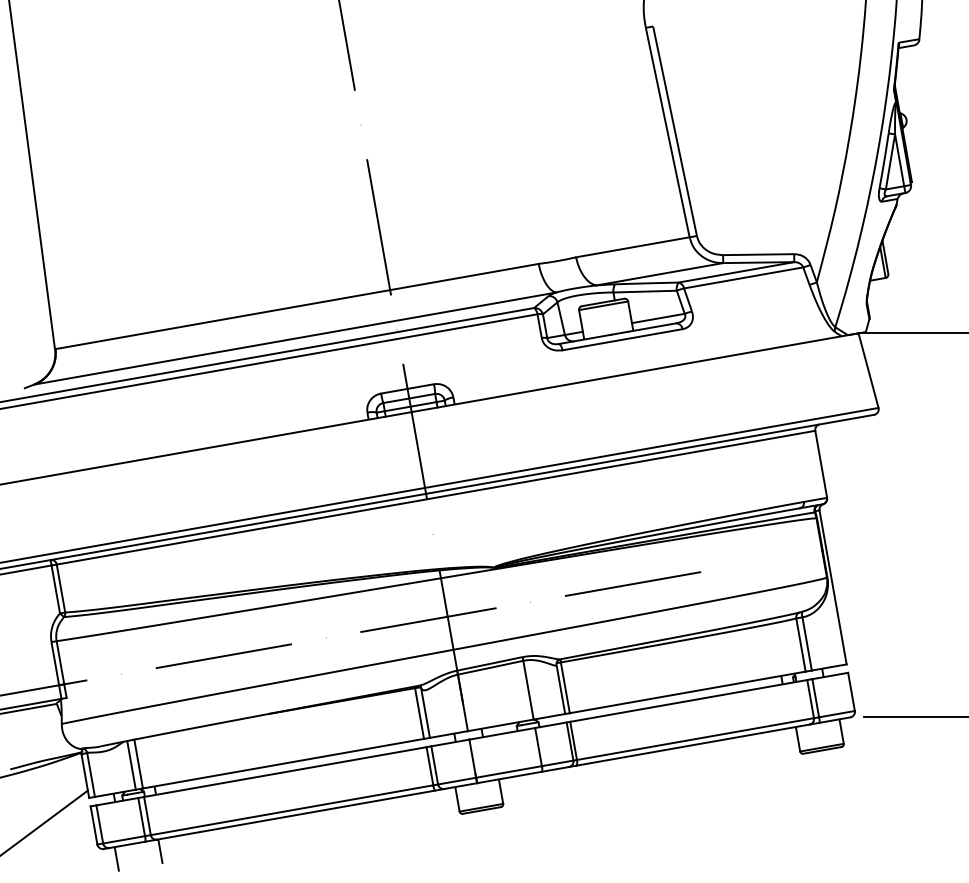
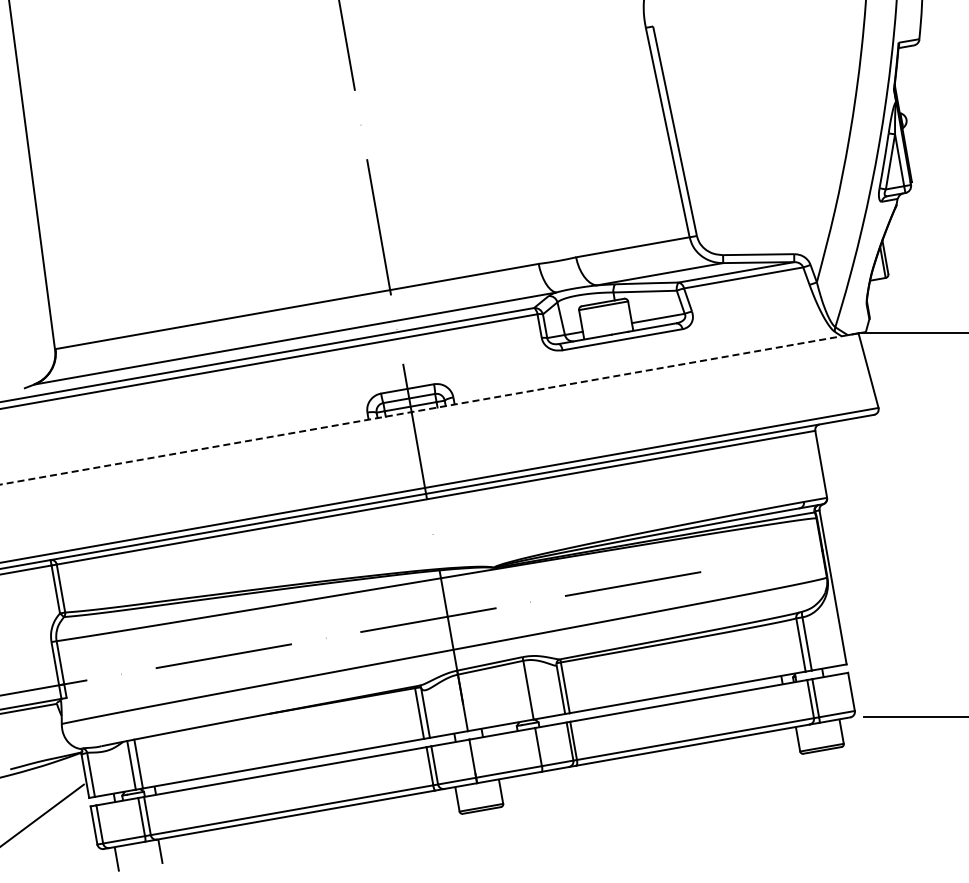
line at (429, 408): solid -> dashed
line at (44, 822) position: (44, 822) -> (42, 814)
